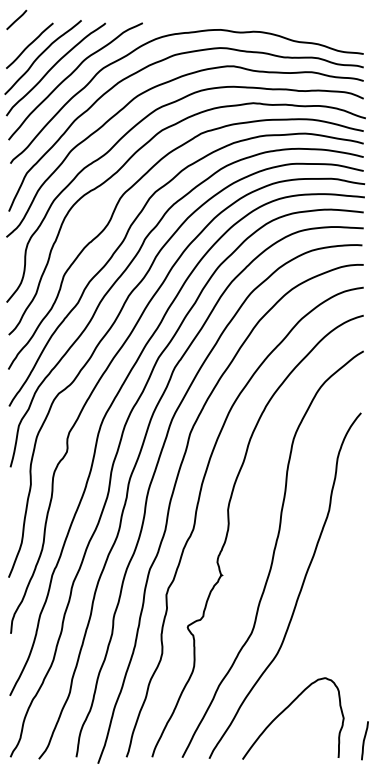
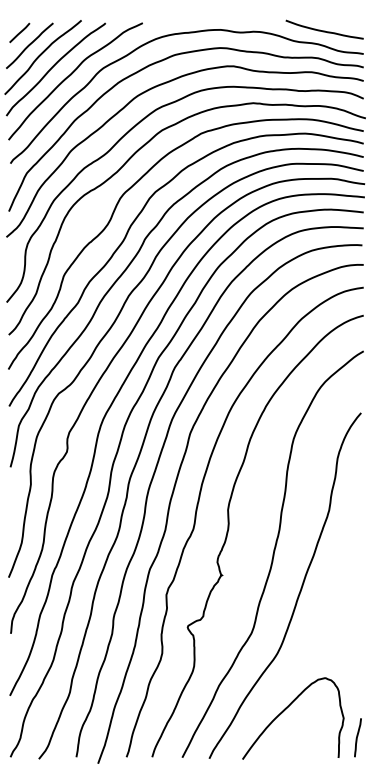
line at (16, 19) position: (16, 19) -> (19, 32)
curve at (324, 30): none -> present
curve at (364, 740) position: (364, 740) -> (357, 737)
